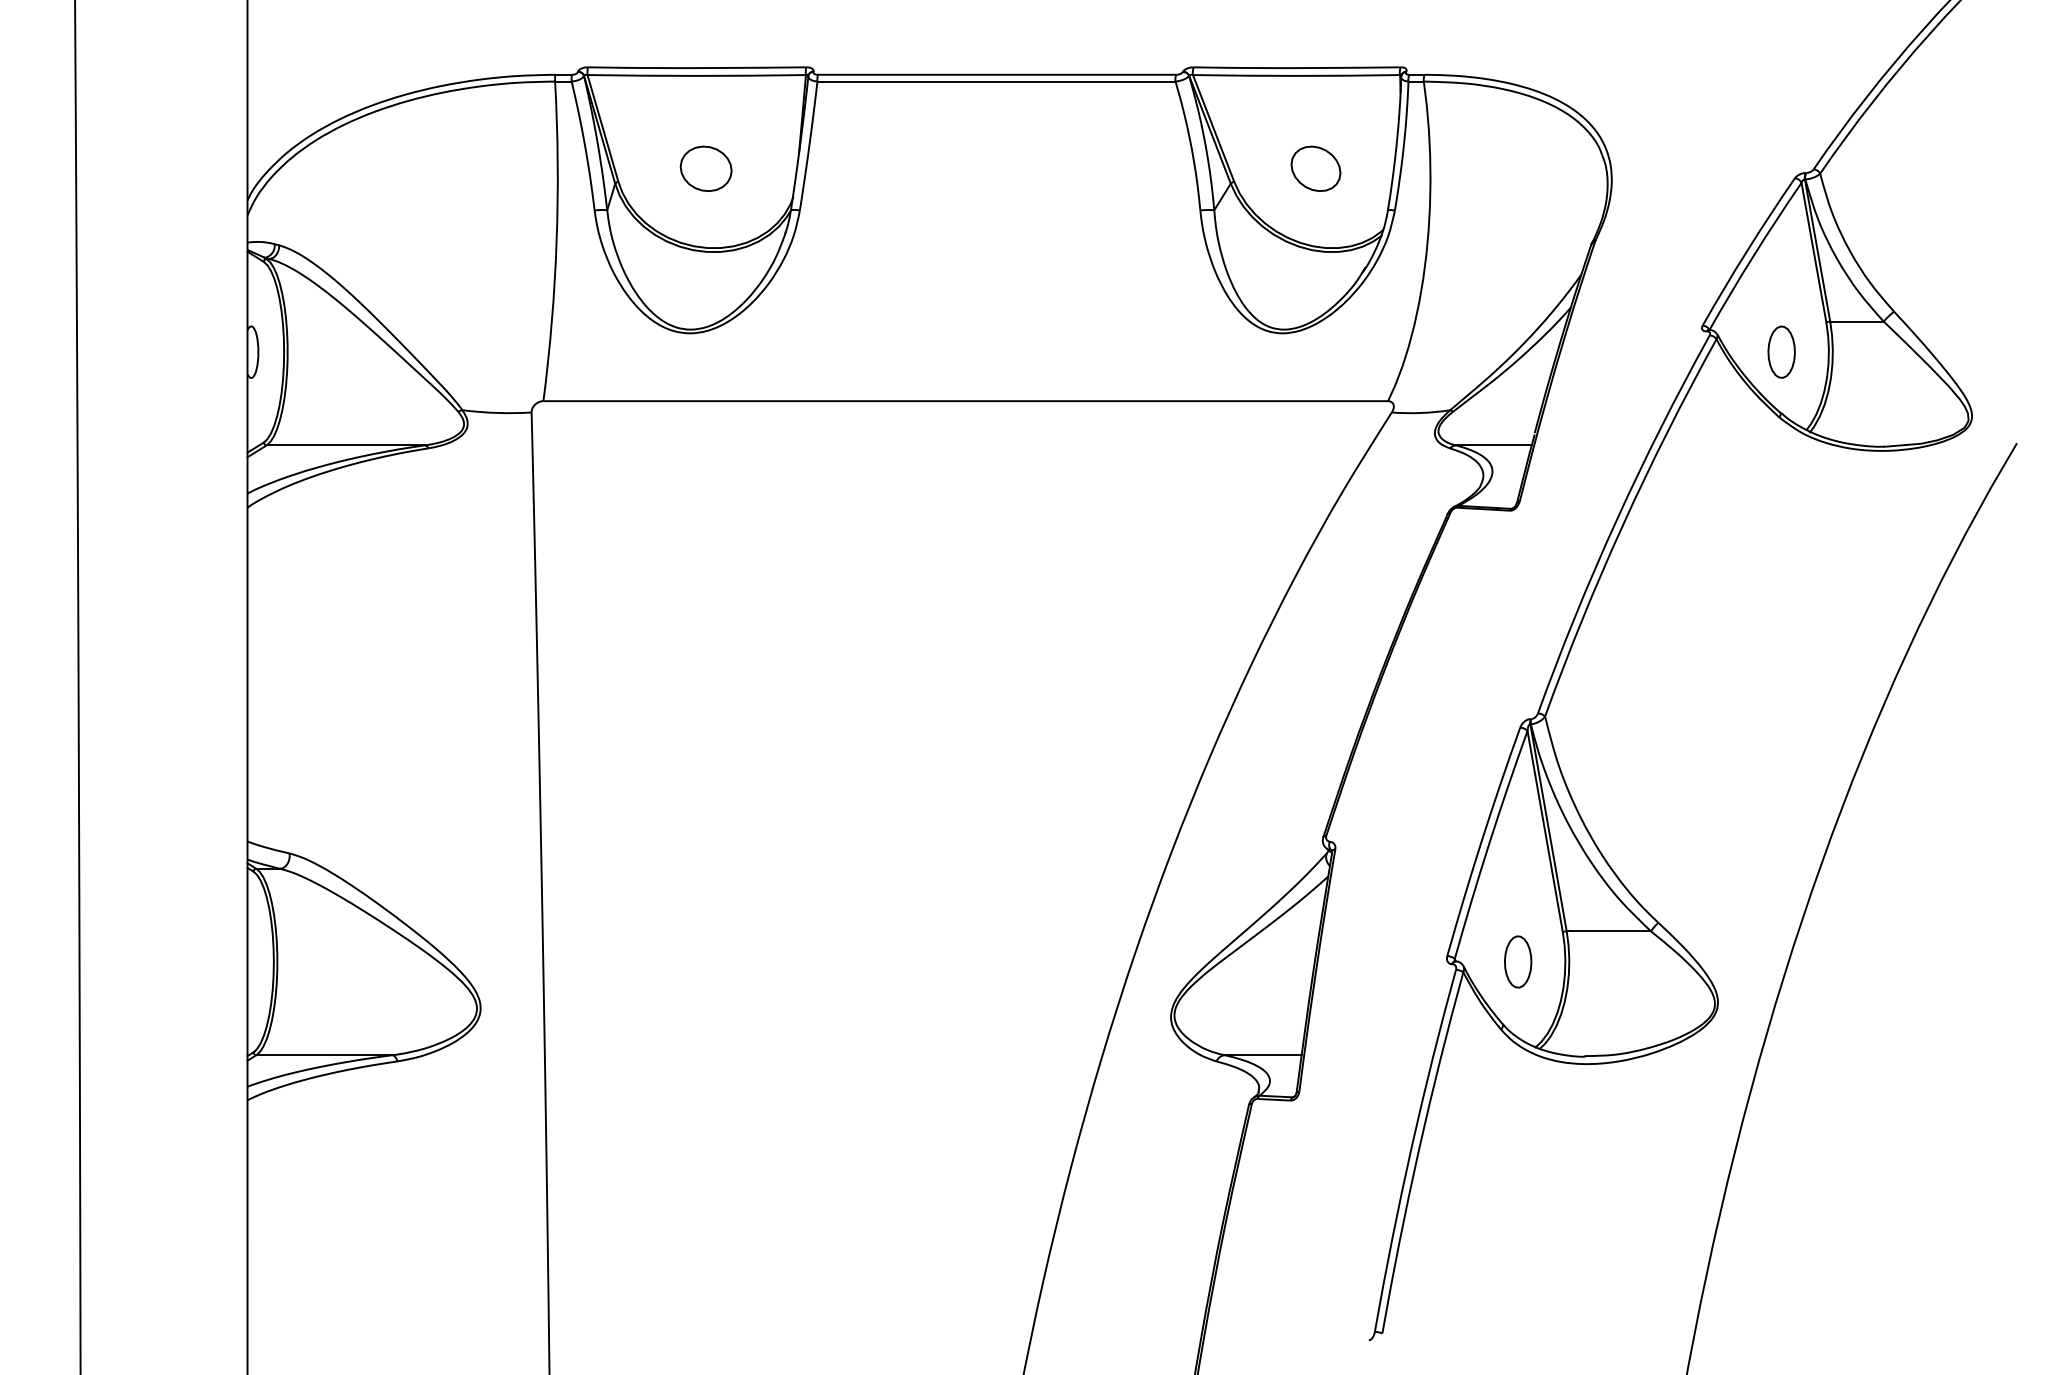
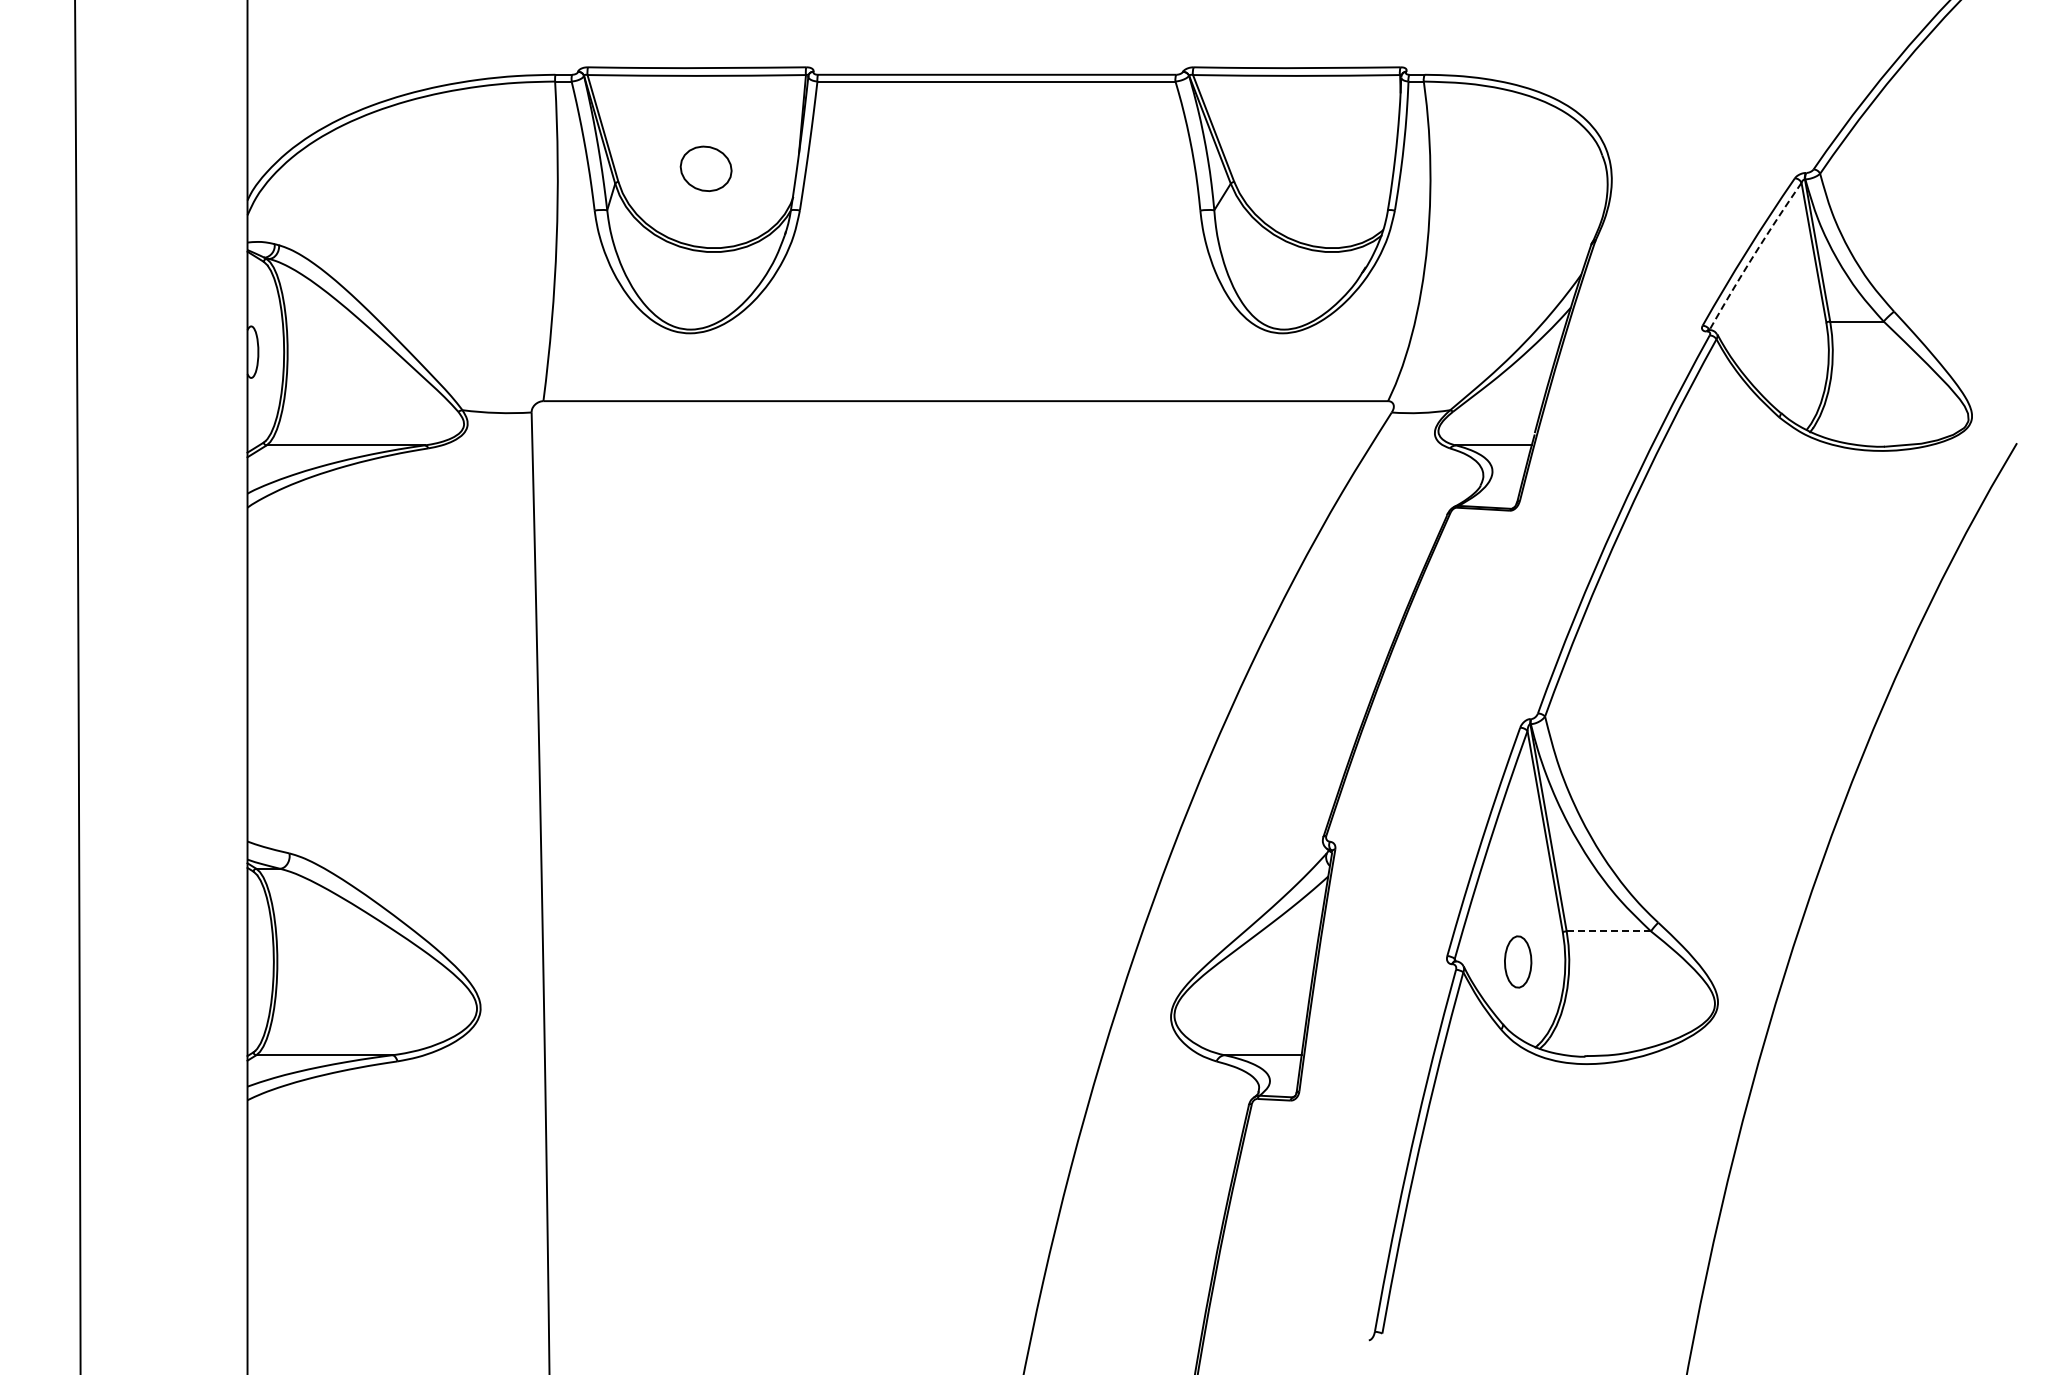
part at (1315, 168): present -> none
arc at (1753, 255): solid -> dashed
part at (1781, 351): present -> none
line at (1608, 931): solid -> dashed
